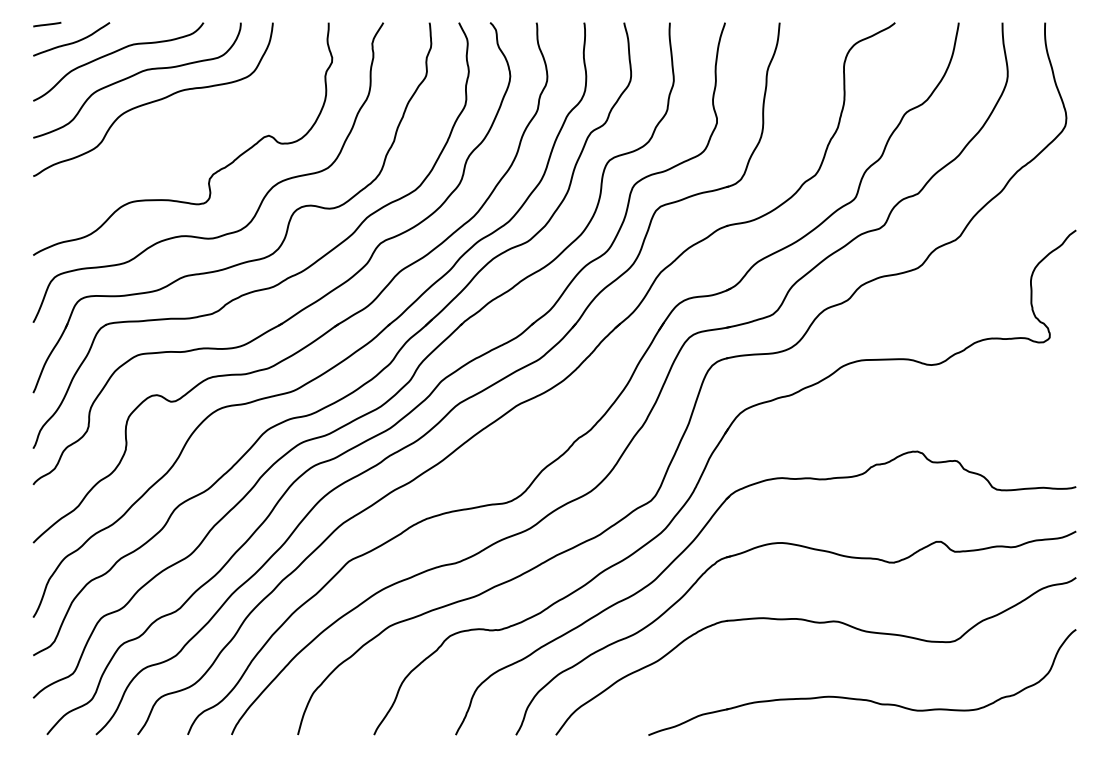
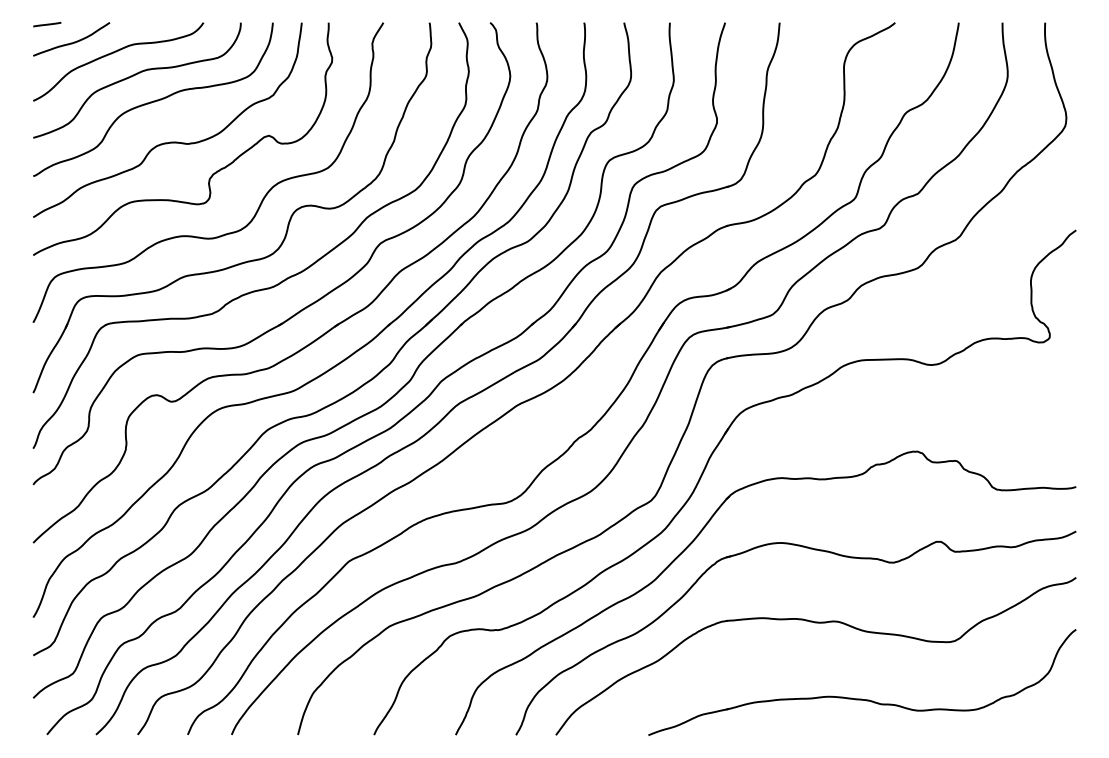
curve at (170, 141): none -> present
